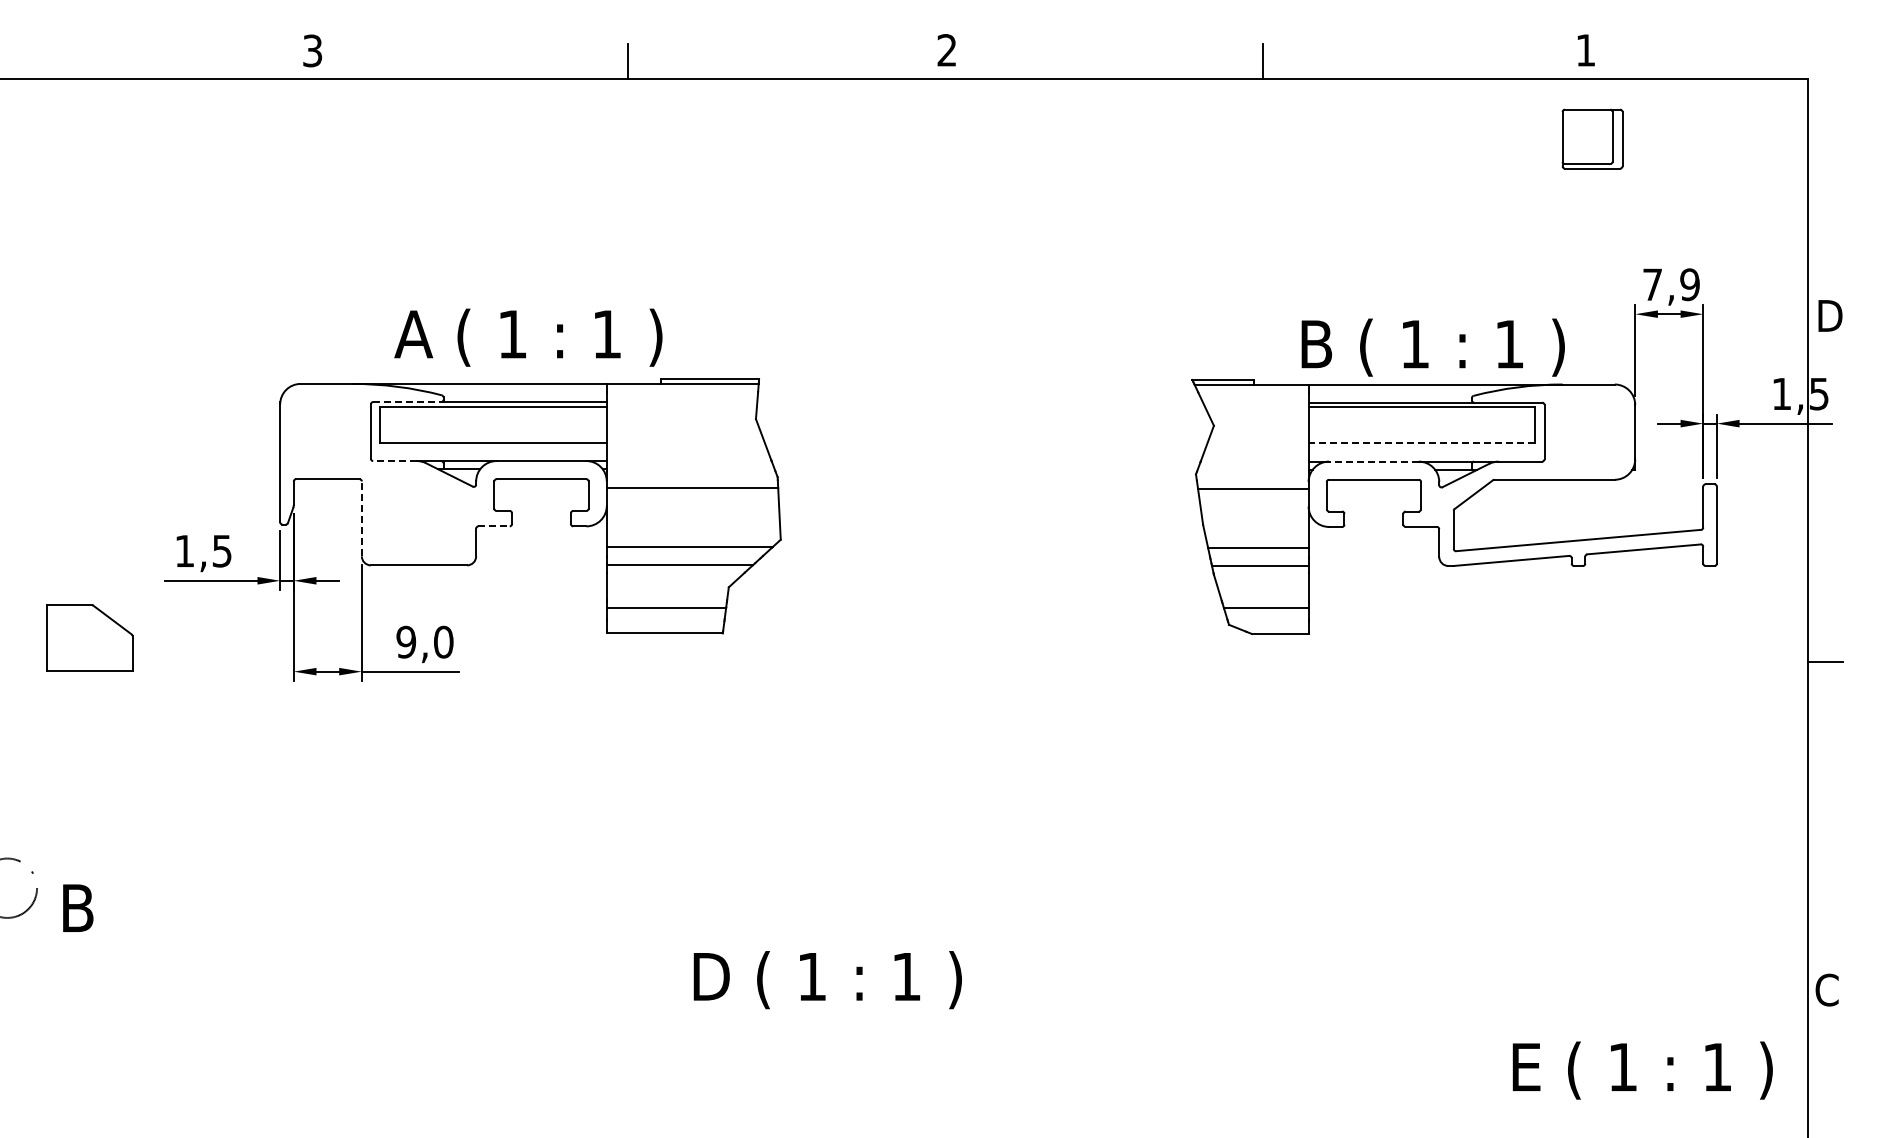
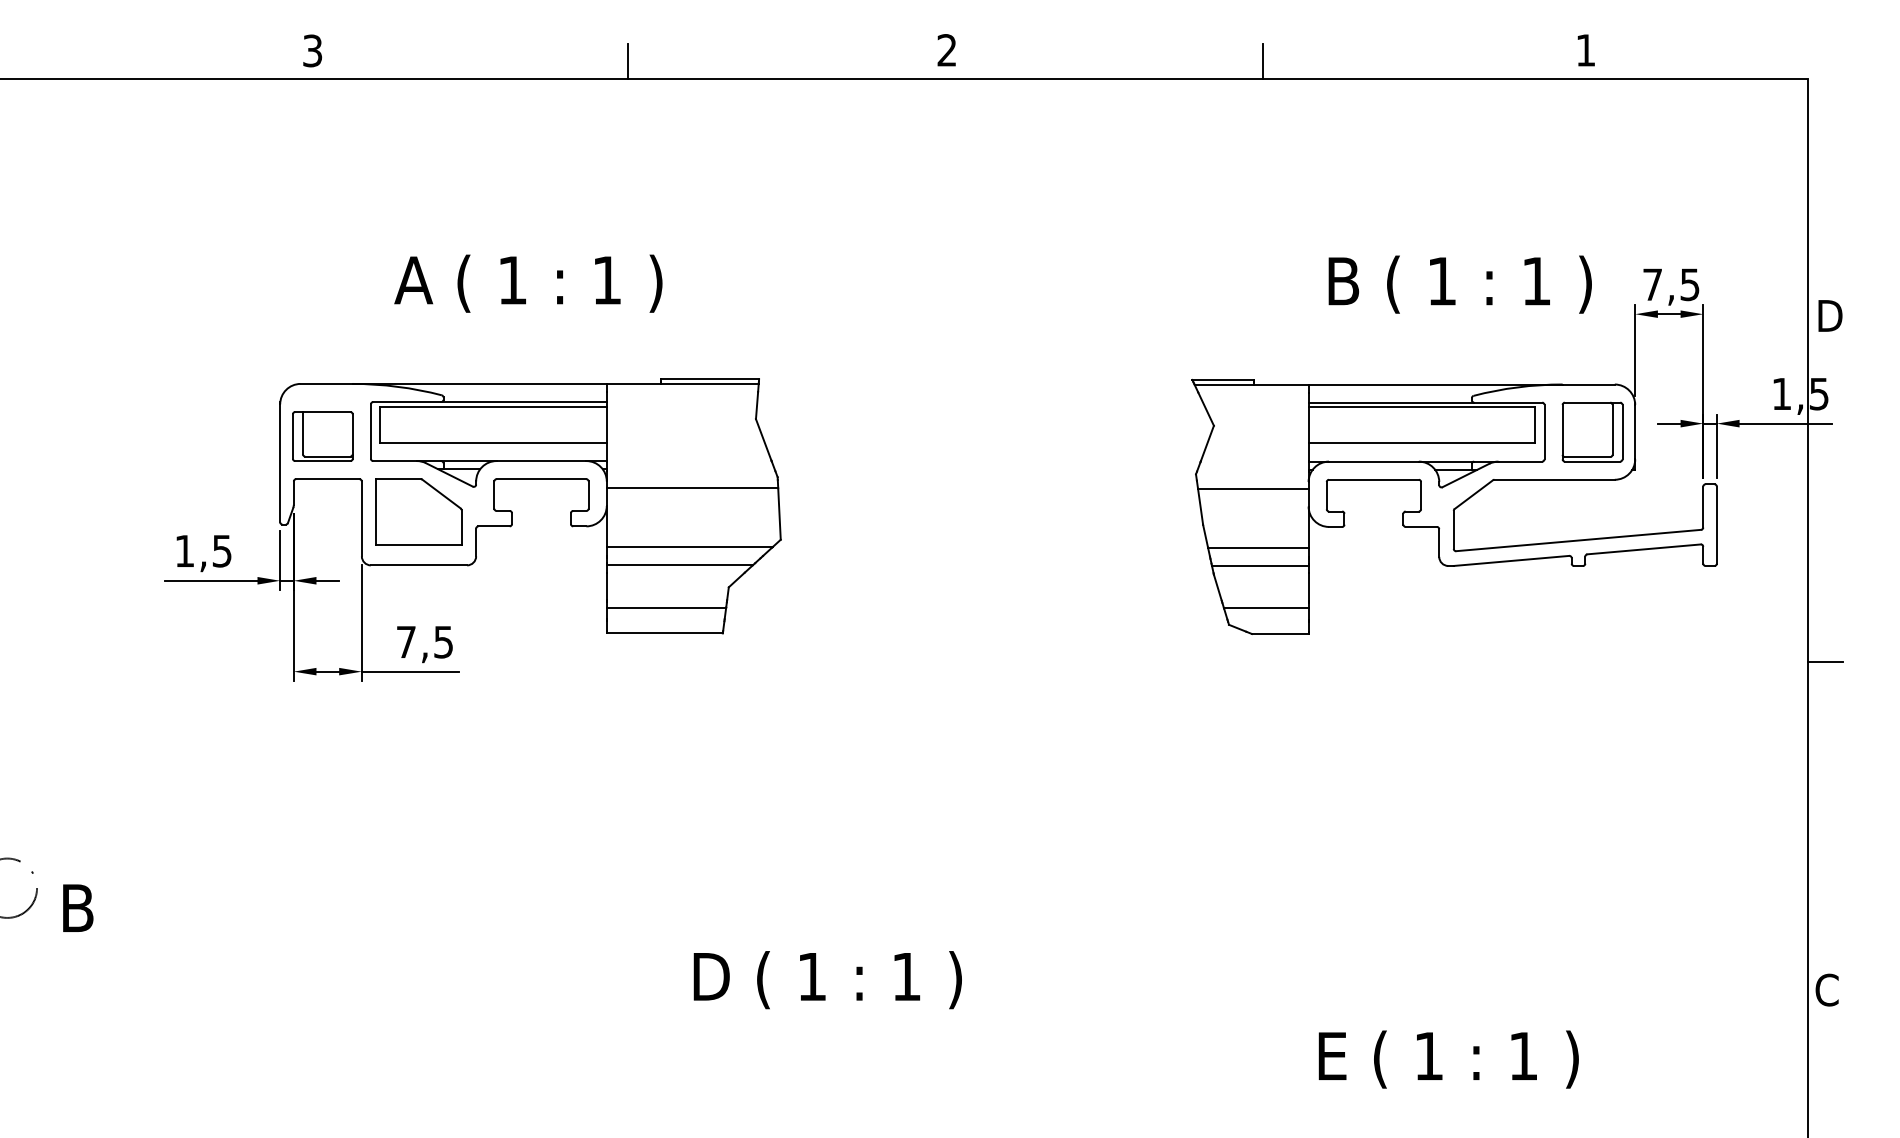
part at (1592, 138) position: (1592, 138) -> (1592, 431)
text at (1689, 284): 7,9 -> 7,5
text at (528, 337) position: (528, 337) -> (528, 283)
text at (1432, 347) position: (1432, 347) -> (1459, 284)
line at (407, 402): dashed -> solid
part at (322, 436): none -> present
line at (1421, 443): dashed -> solid
line at (395, 461): dashed -> solid
line at (1373, 461): dashed -> solid
line at (361, 518): dashed -> solid
line at (494, 526): dashed -> solid
part at (89, 637) position: (89, 637) -> (418, 511)
text at (424, 641): 9,0 -> 7,5
text at (1642, 1070) position: (1642, 1070) -> (1448, 1059)
